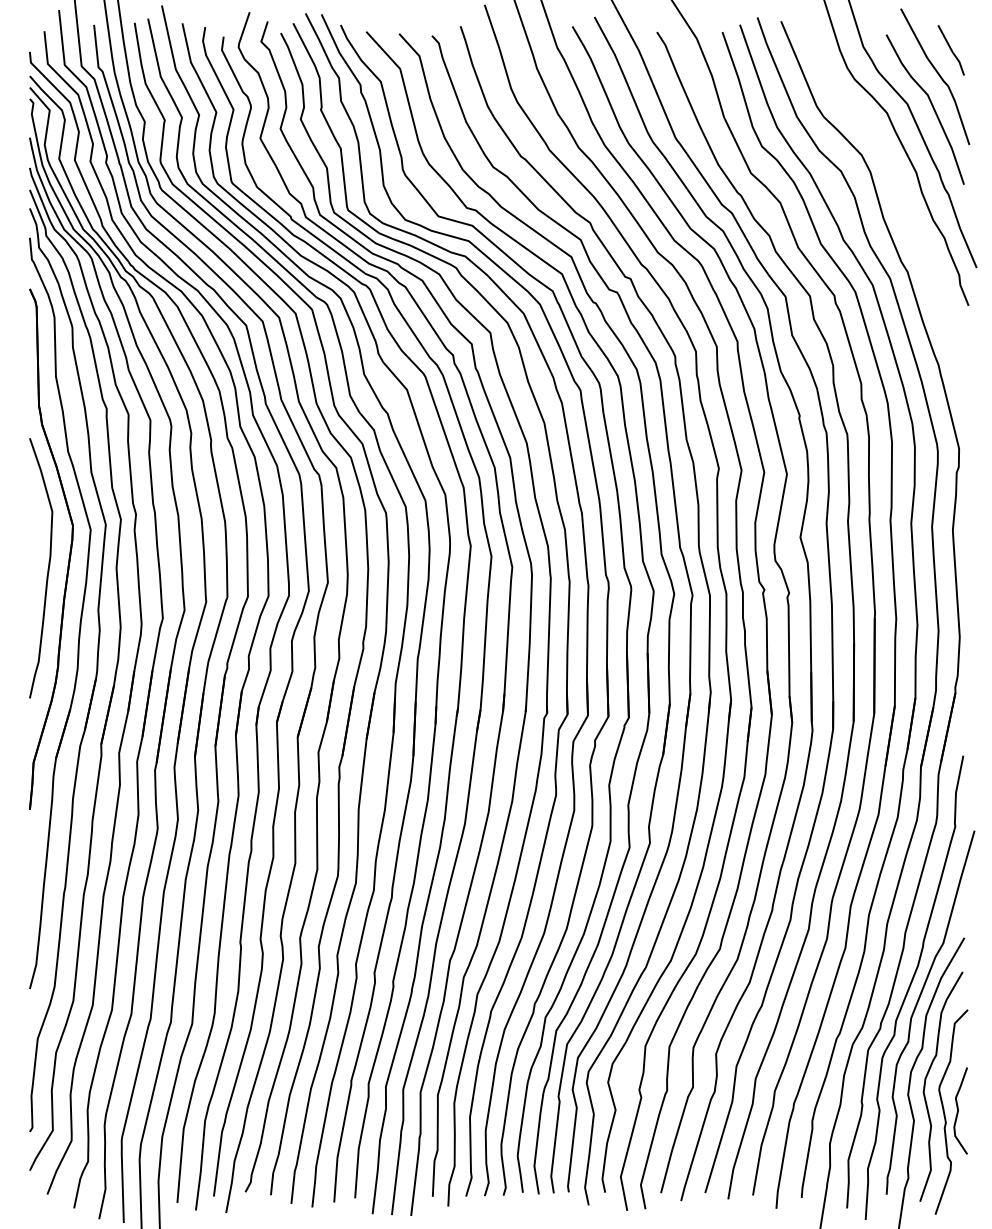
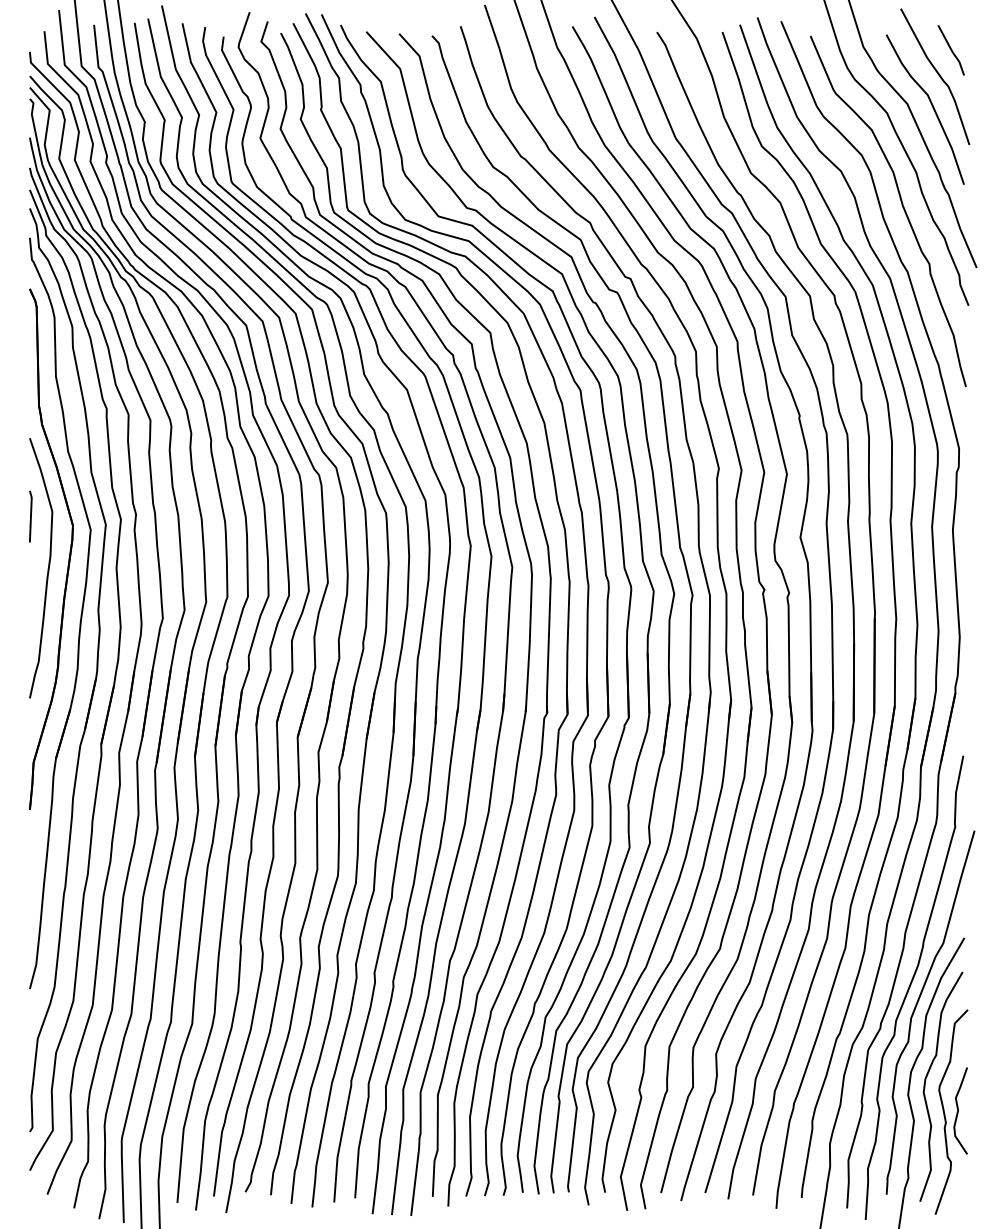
curve at (901, 205): none -> present
part at (30, 516): none -> present
